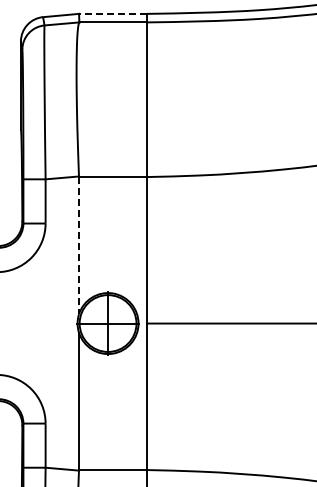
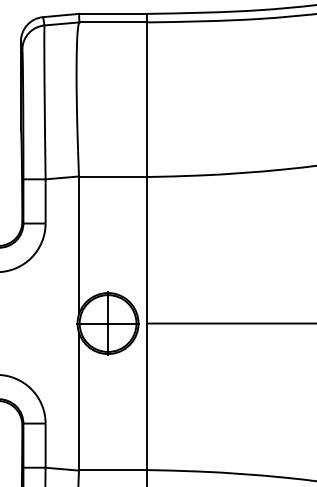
line at (112, 13): dashed -> solid
line at (79, 245): dashed -> solid
